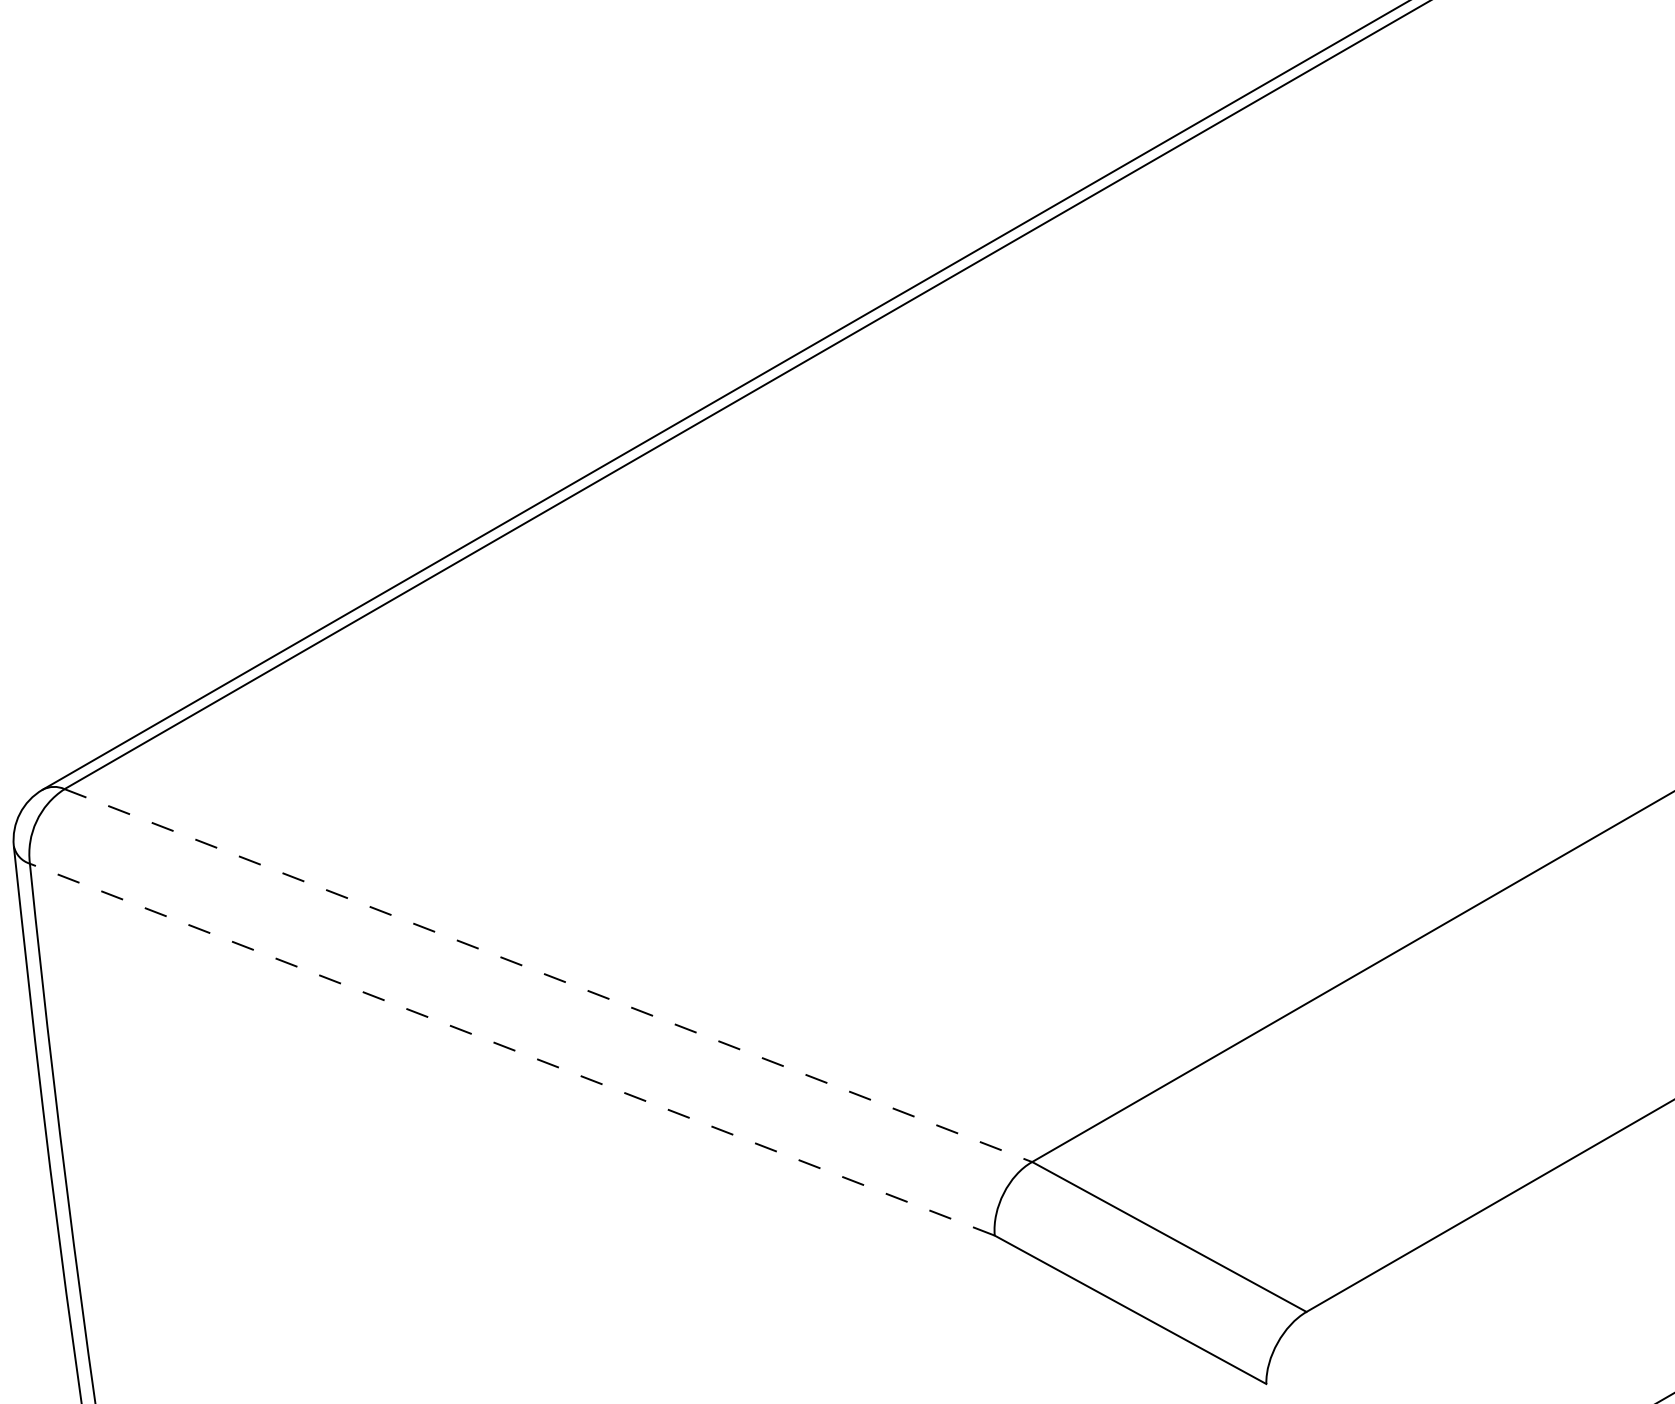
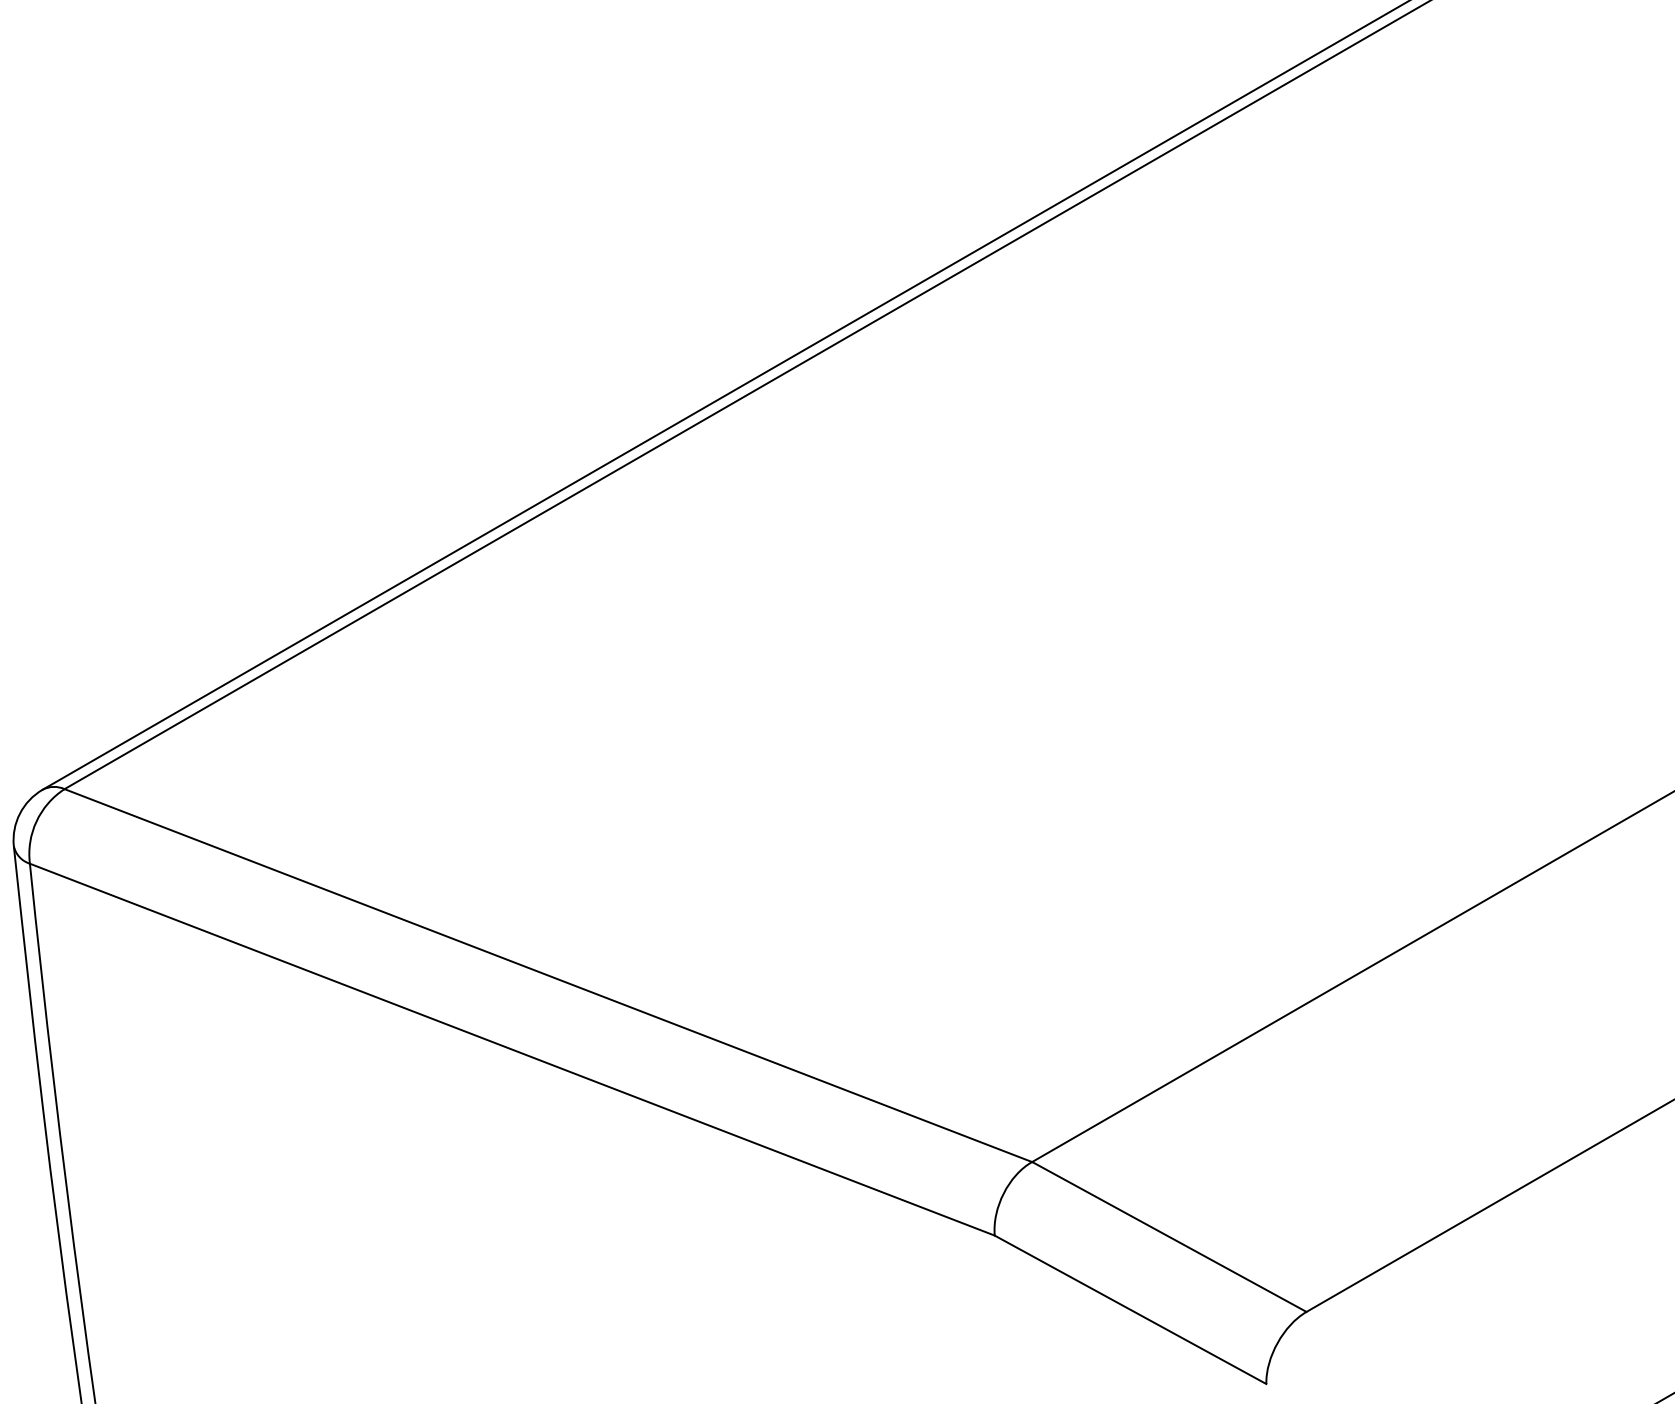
line at (548, 975): dashed -> solid
line at (511, 1049): dashed -> solid
